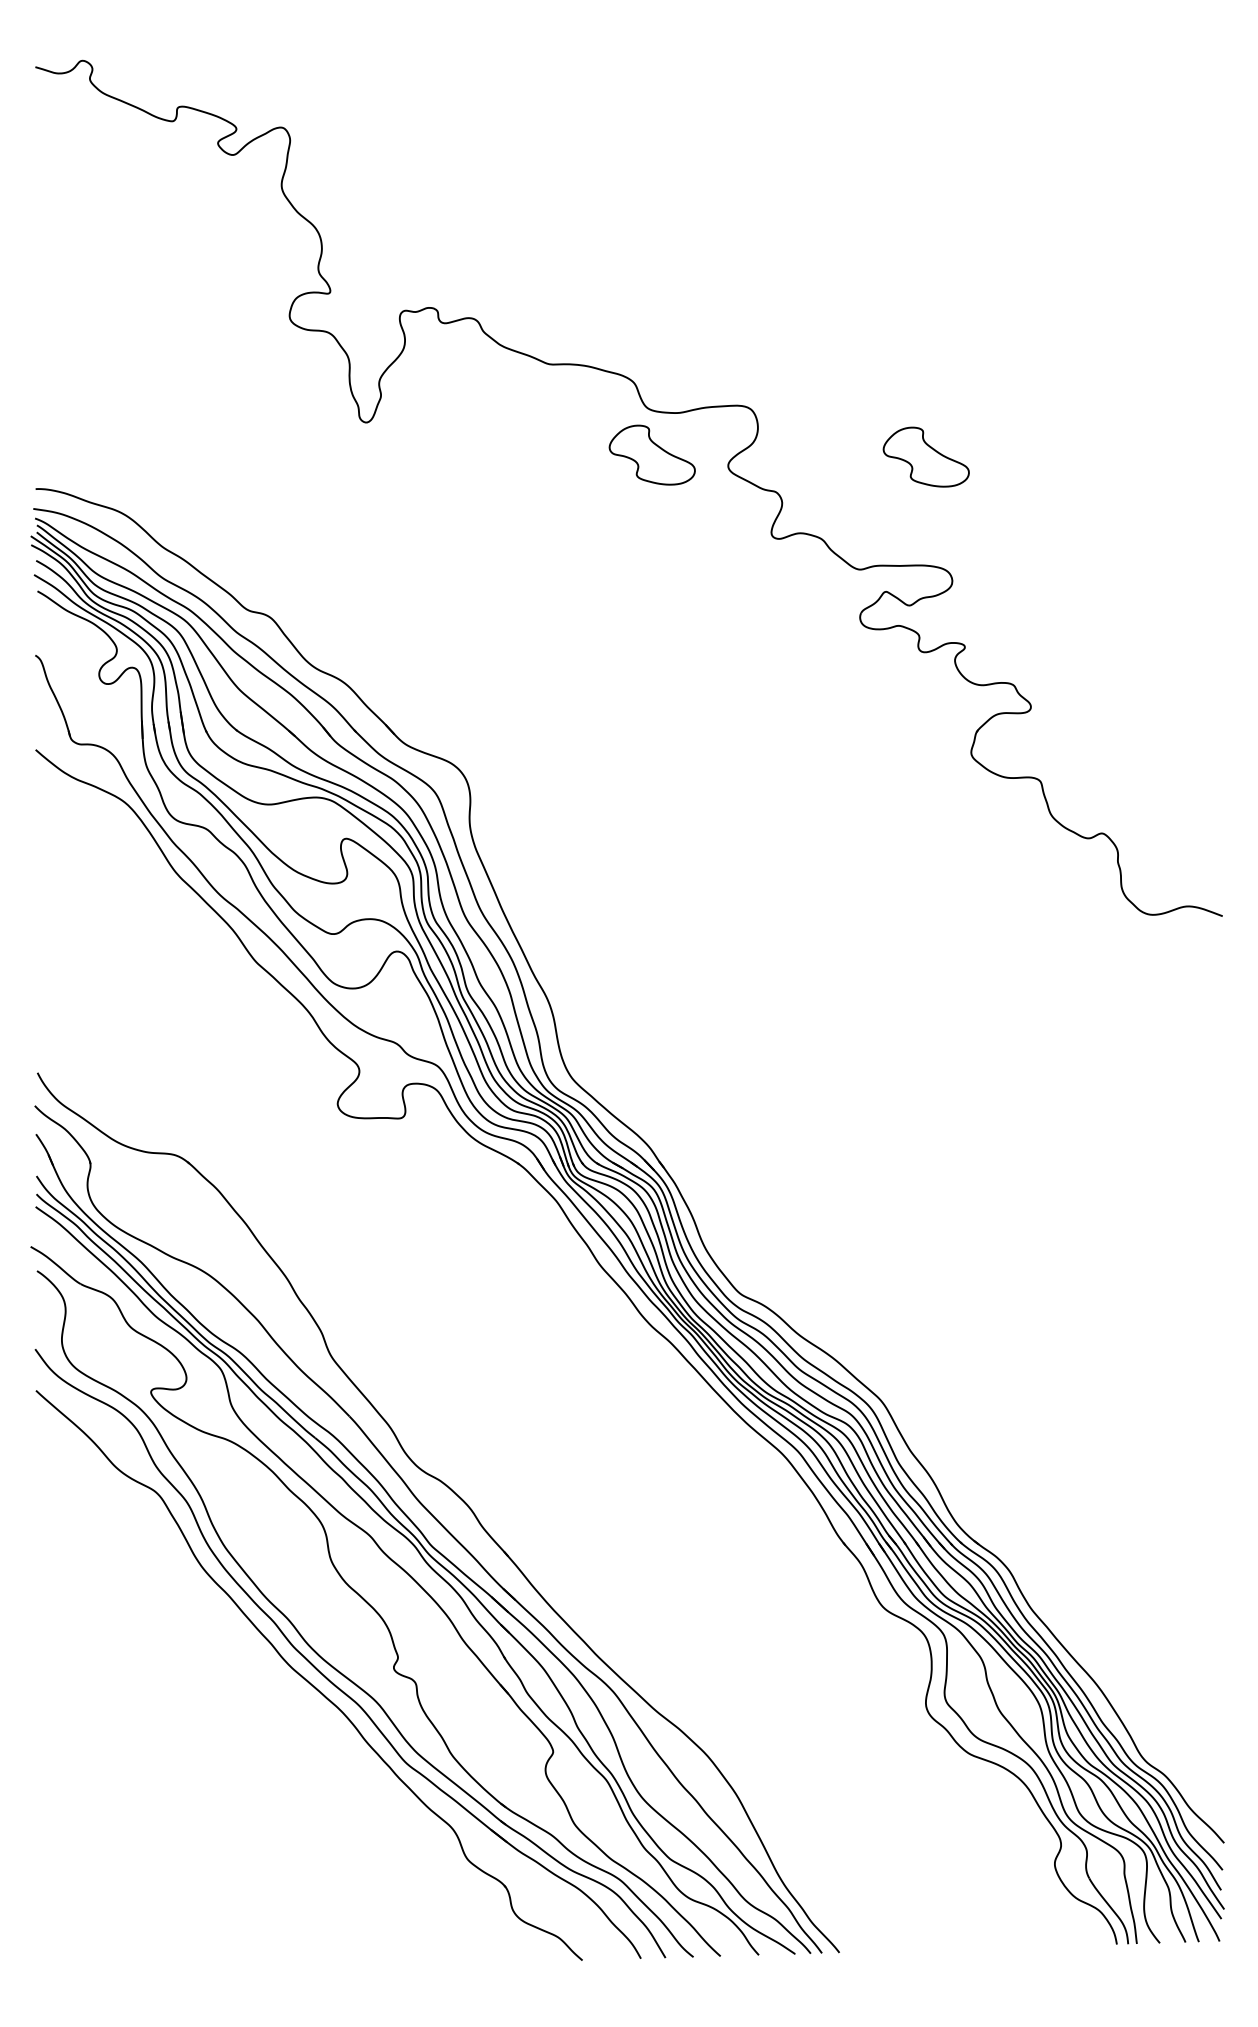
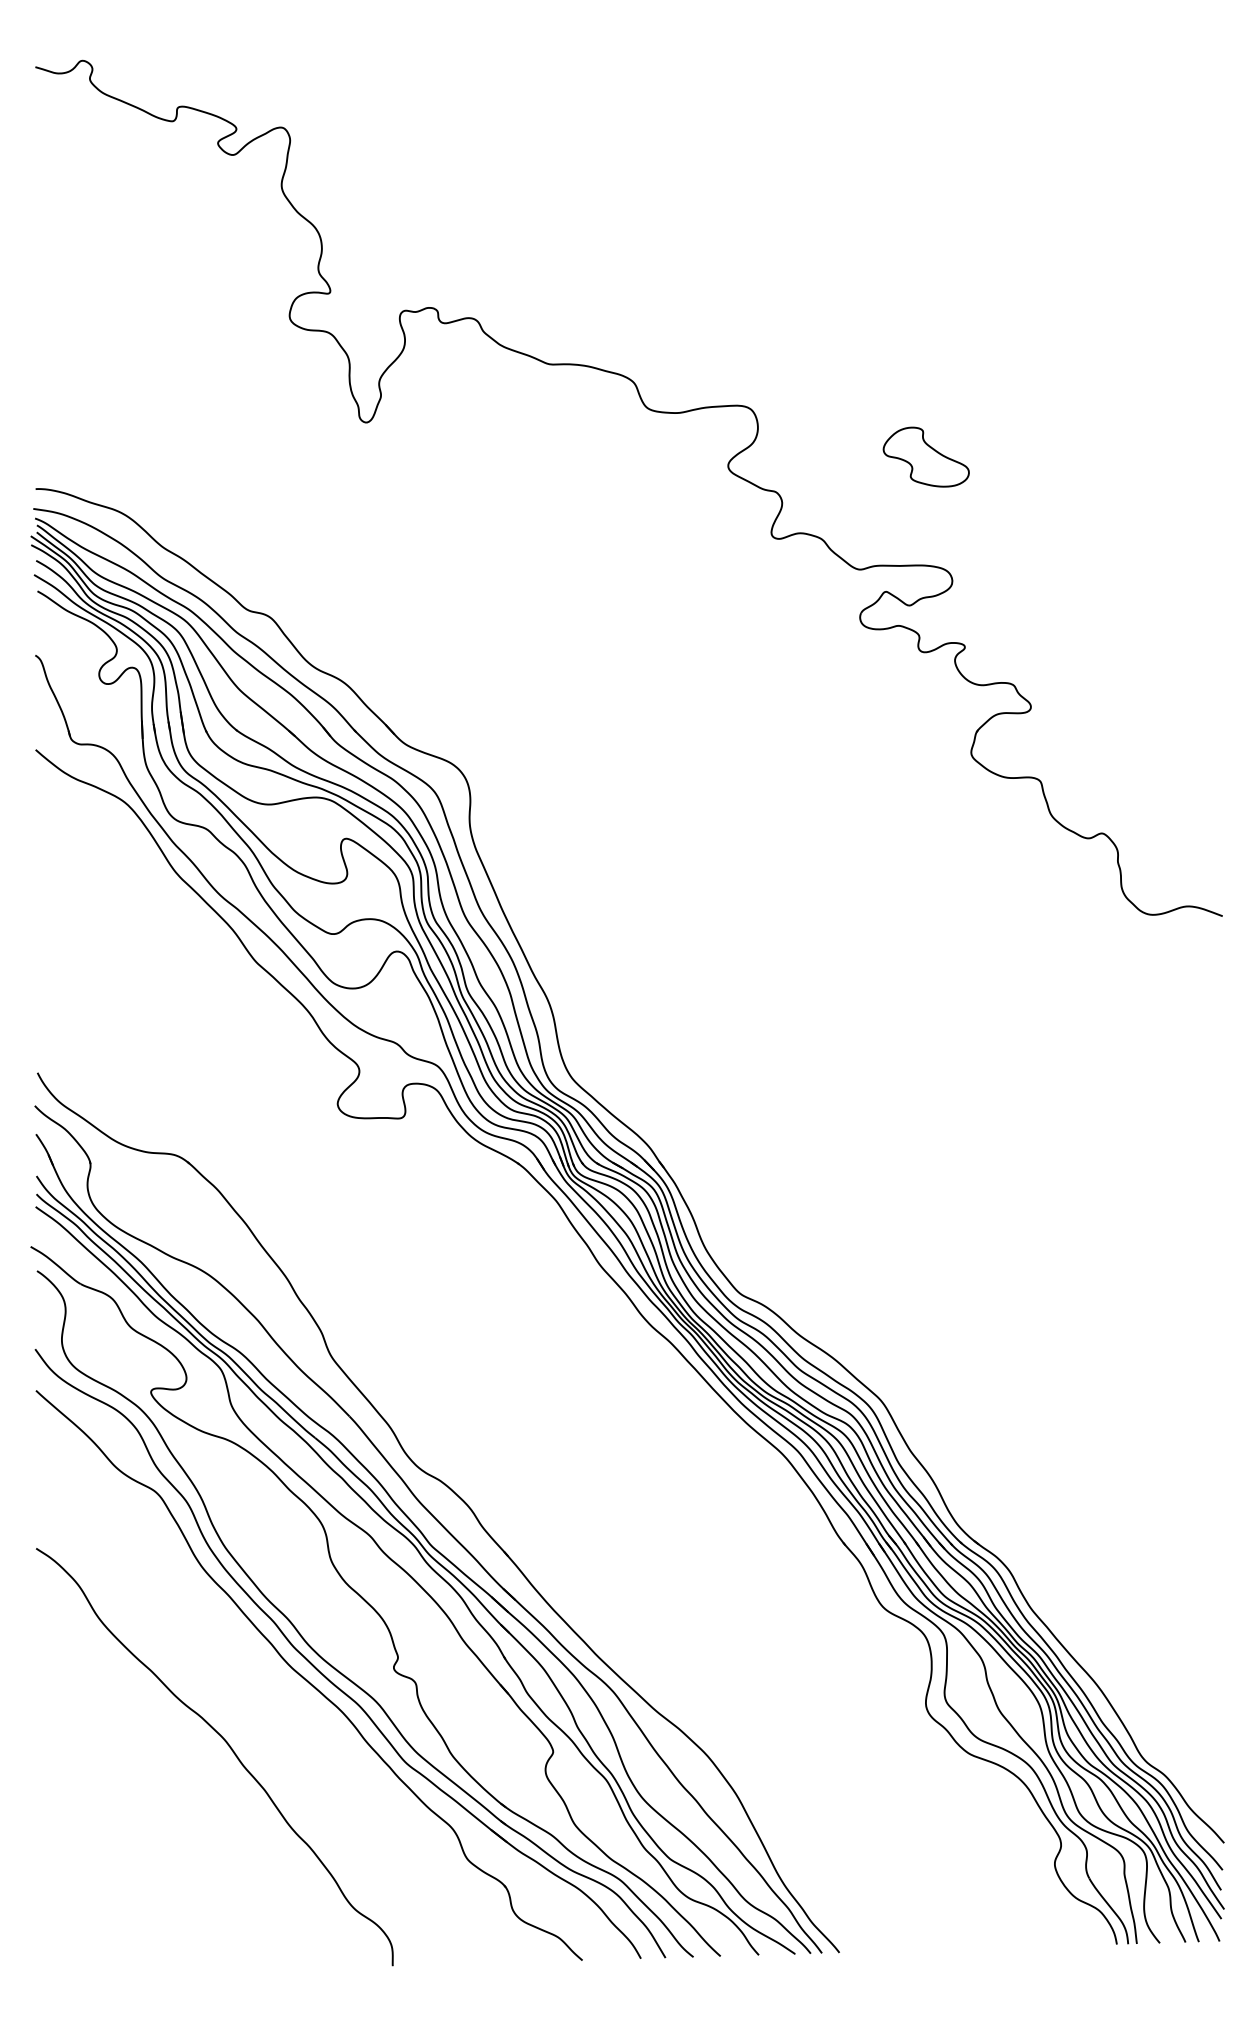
part at (651, 454): present -> none
curve at (227, 1745): none -> present
